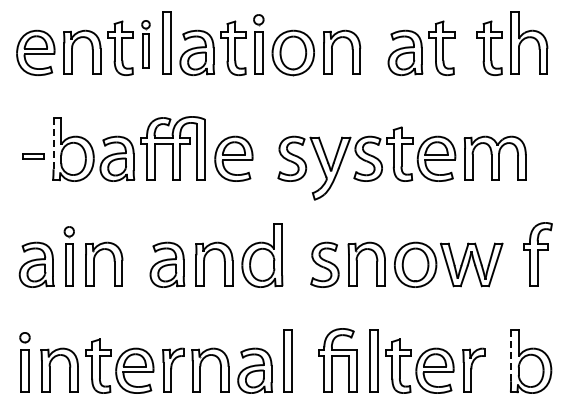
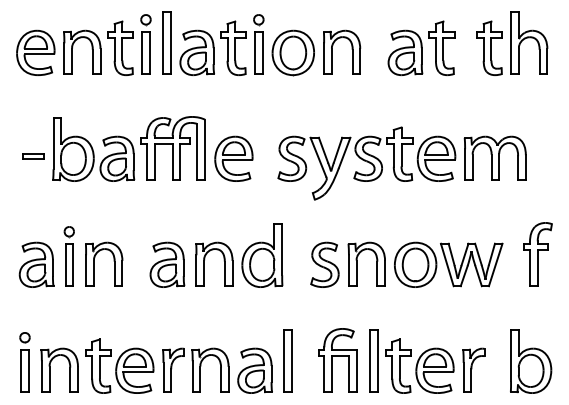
part at (145, 44) size: 10x49 px -> 12x61 px
line at (53, 143): dashed -> solid
line at (511, 355): dashed -> solid
